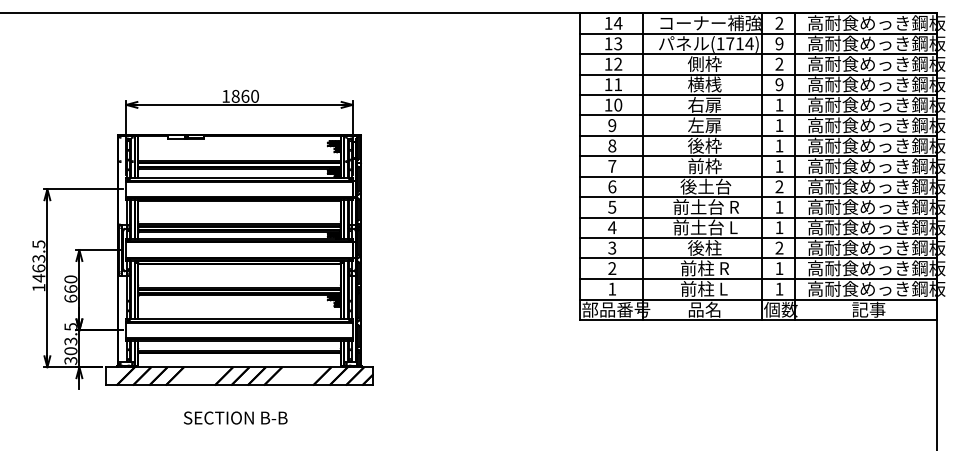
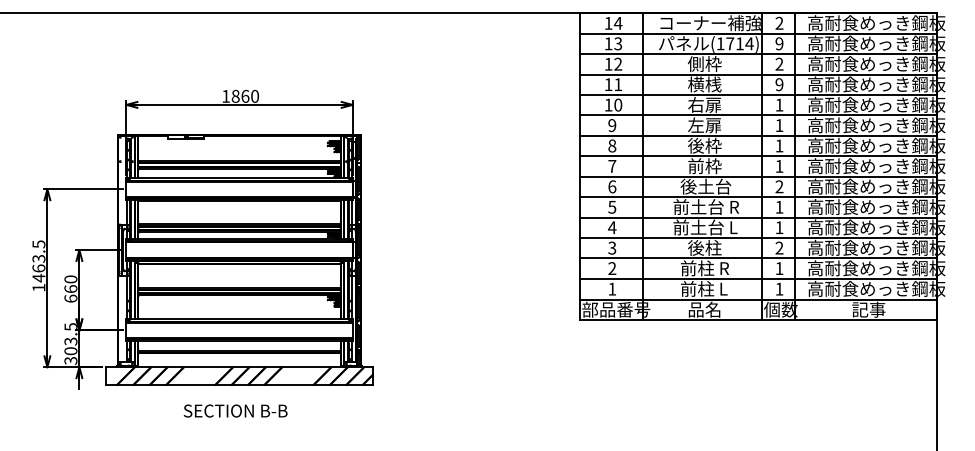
text at (235, 417) position: (235, 417) -> (235, 410)
